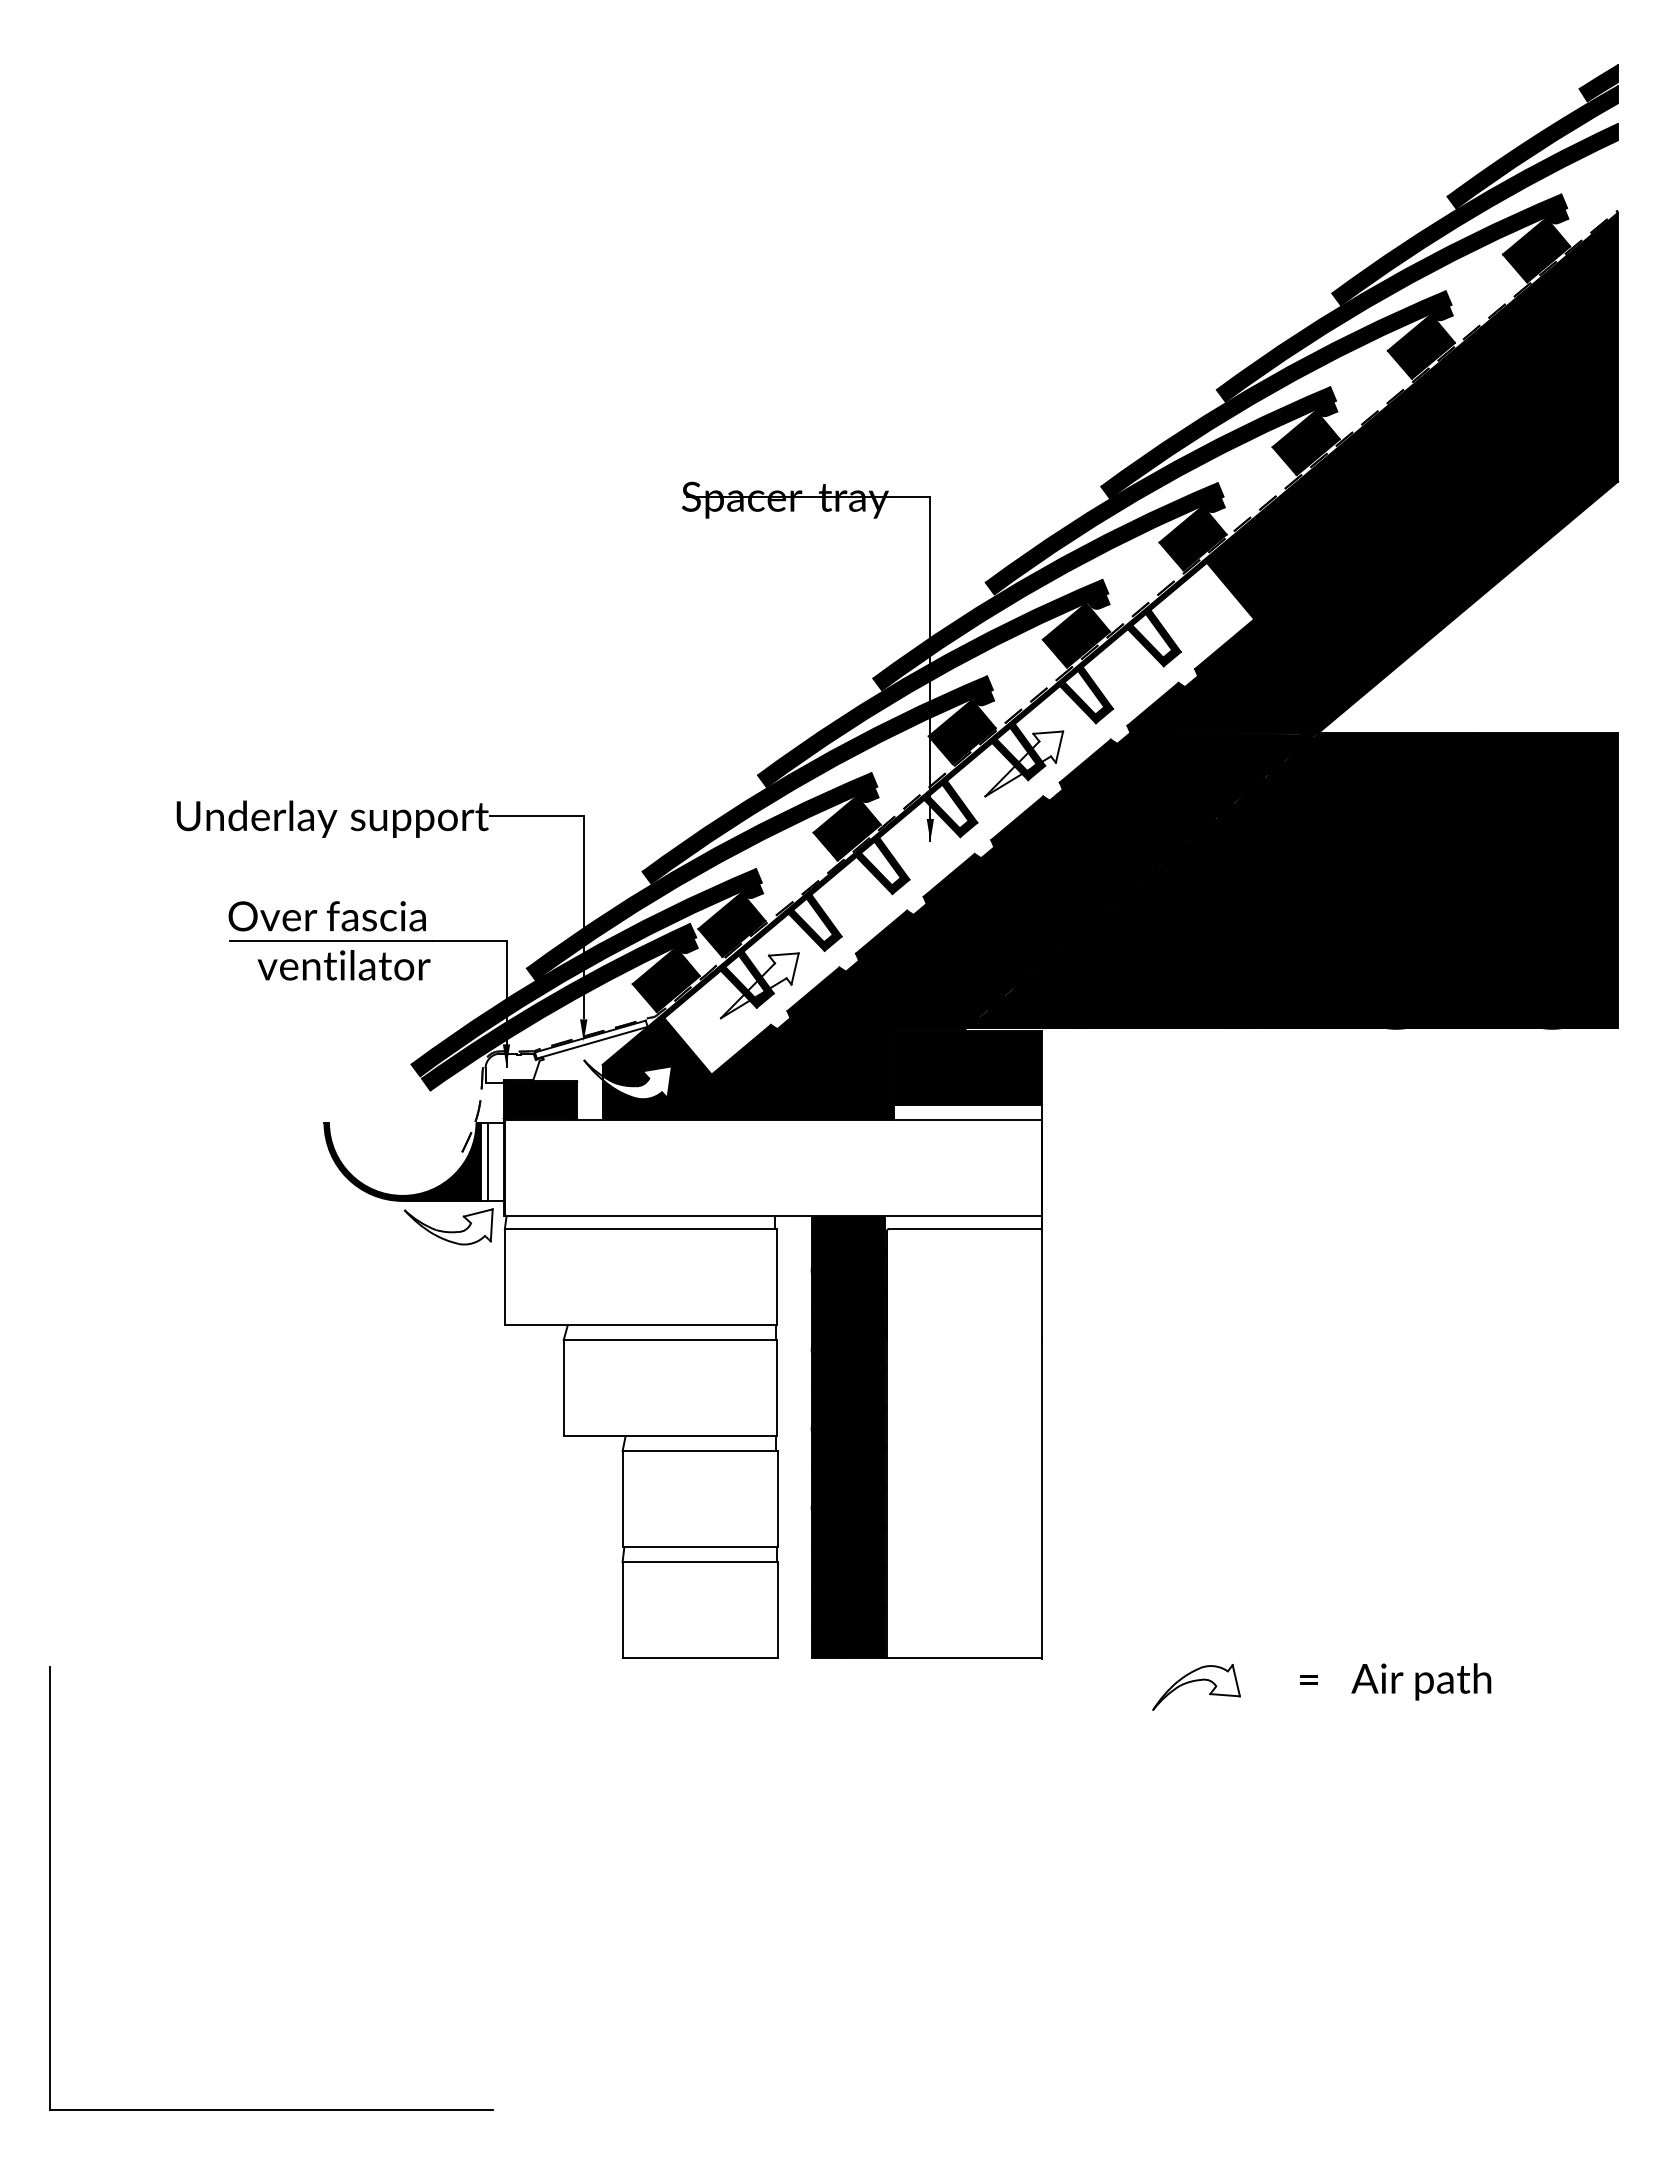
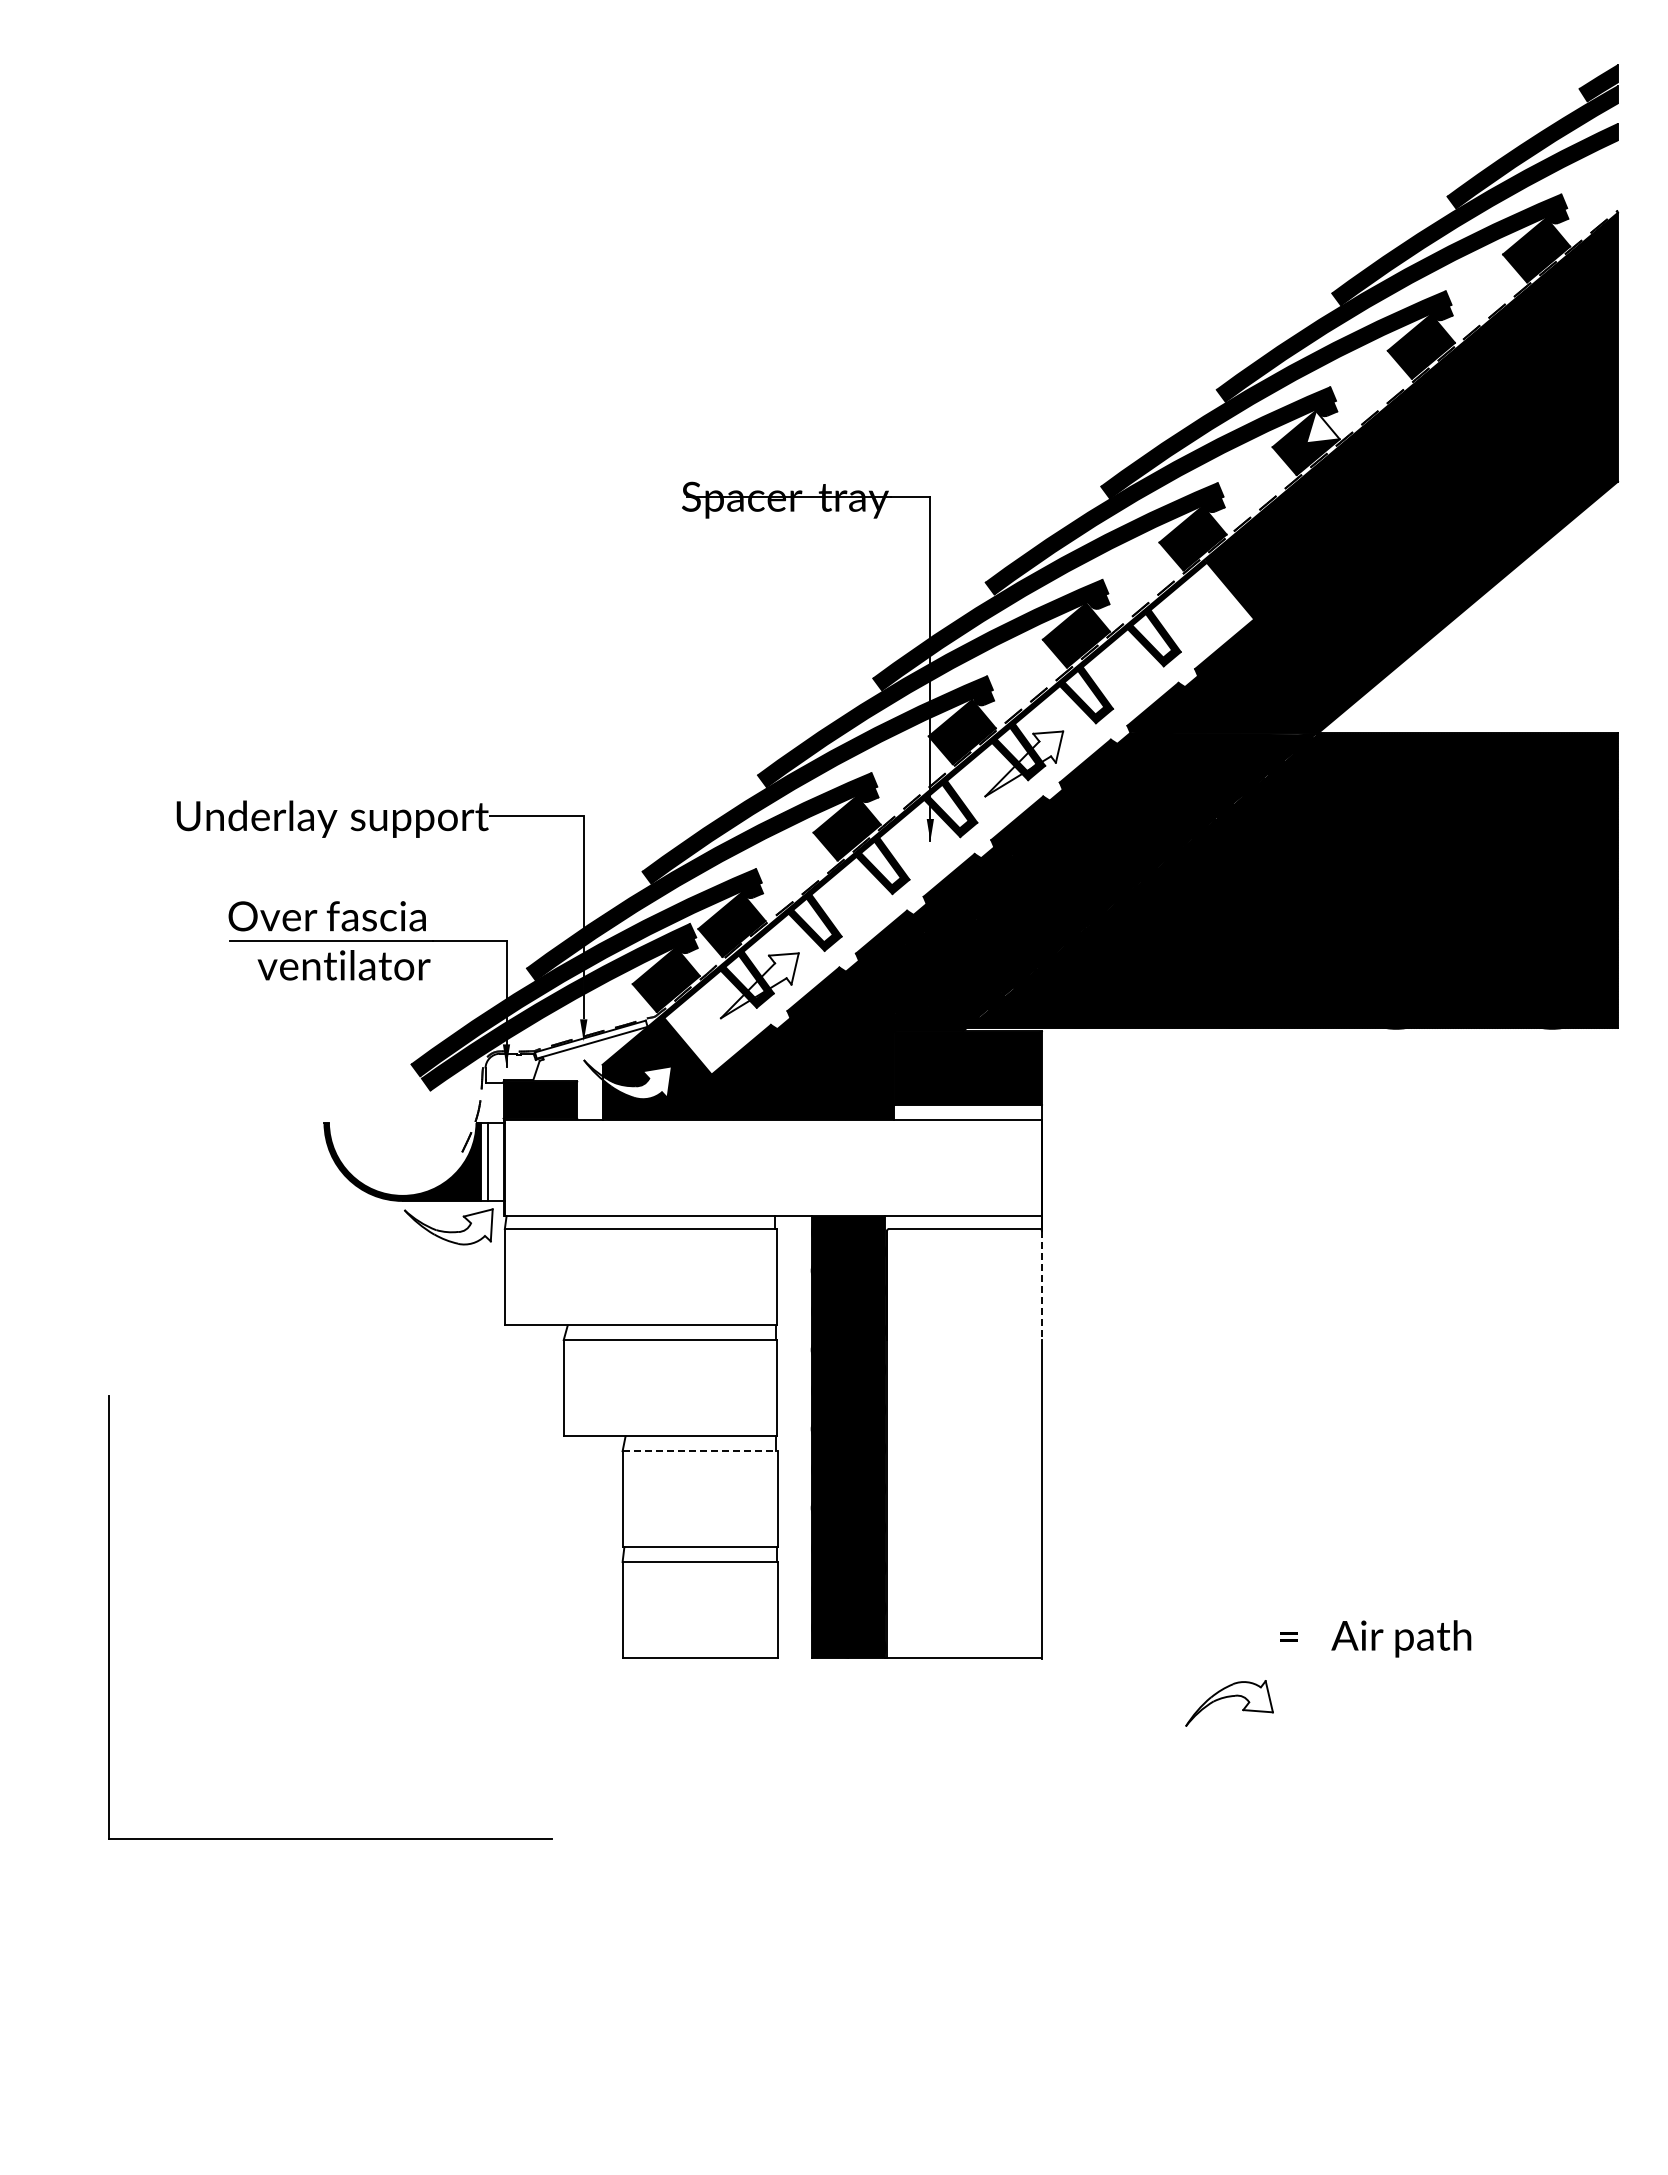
fill at (1322, 426): present -> none
line at (1042, 1285): solid -> dashed
line at (700, 1451): solid -> dashed
text at (1395, 1681) position: (1395, 1681) -> (1375, 1638)
part at (1196, 1687) position: (1196, 1687) -> (1229, 1703)
part at (50, 1888) position: (50, 1888) -> (109, 1617)
